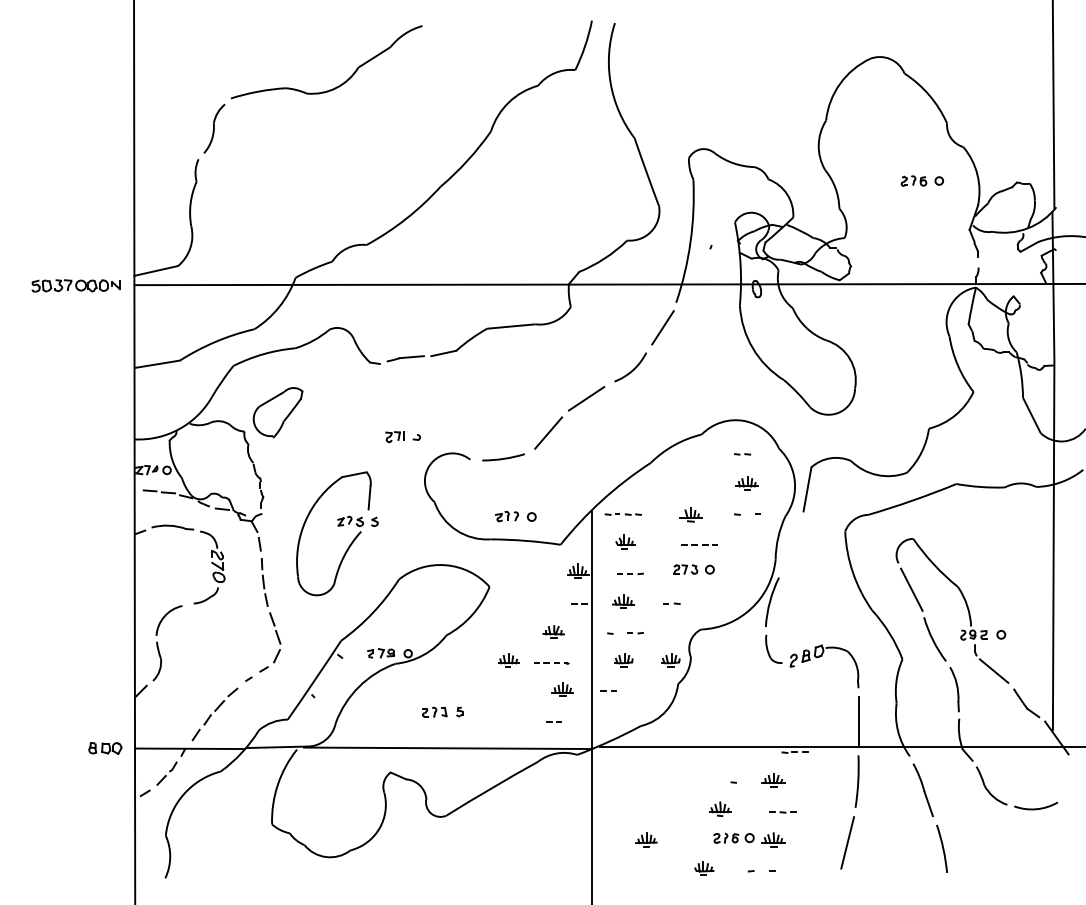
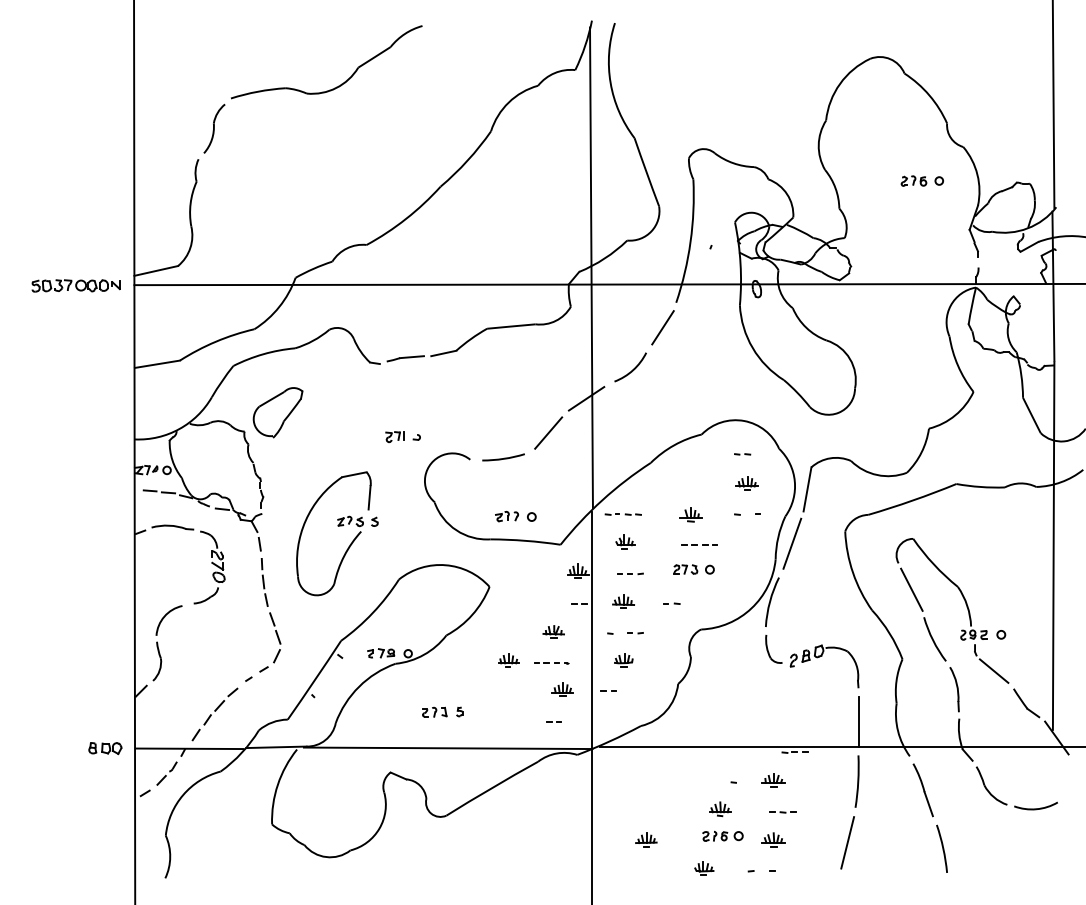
line at (591, 267): none -> present
line at (792, 543): none -> present
part at (670, 660): present -> none
part at (733, 837) position: (733, 837) -> (722, 835)
